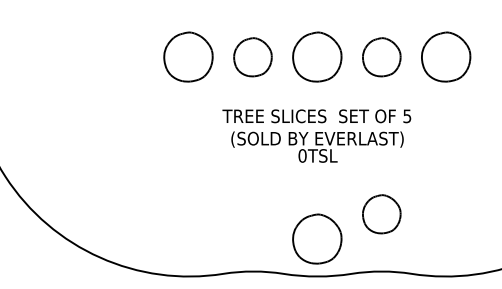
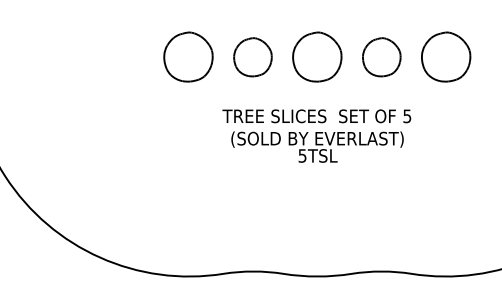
text at (302, 155): 0TSL -> 5TSL
part at (381, 214): present -> none
part at (317, 238): present -> none
